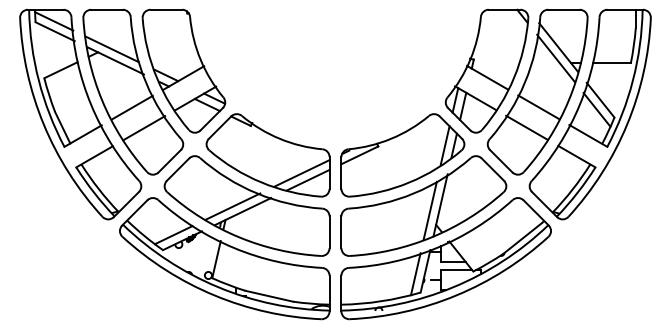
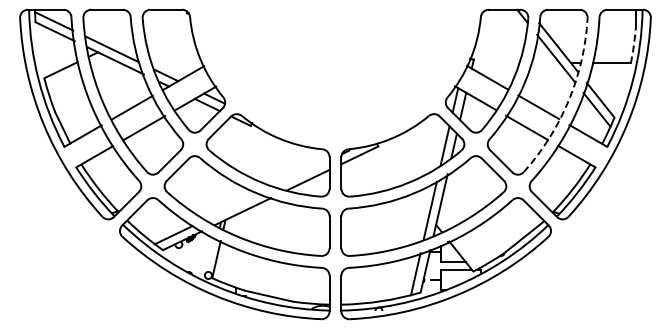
arc at (633, 45): solid -> dashed
arc at (568, 100): solid -> dashed
line at (301, 173): present -> none
line at (232, 206): present -> none
